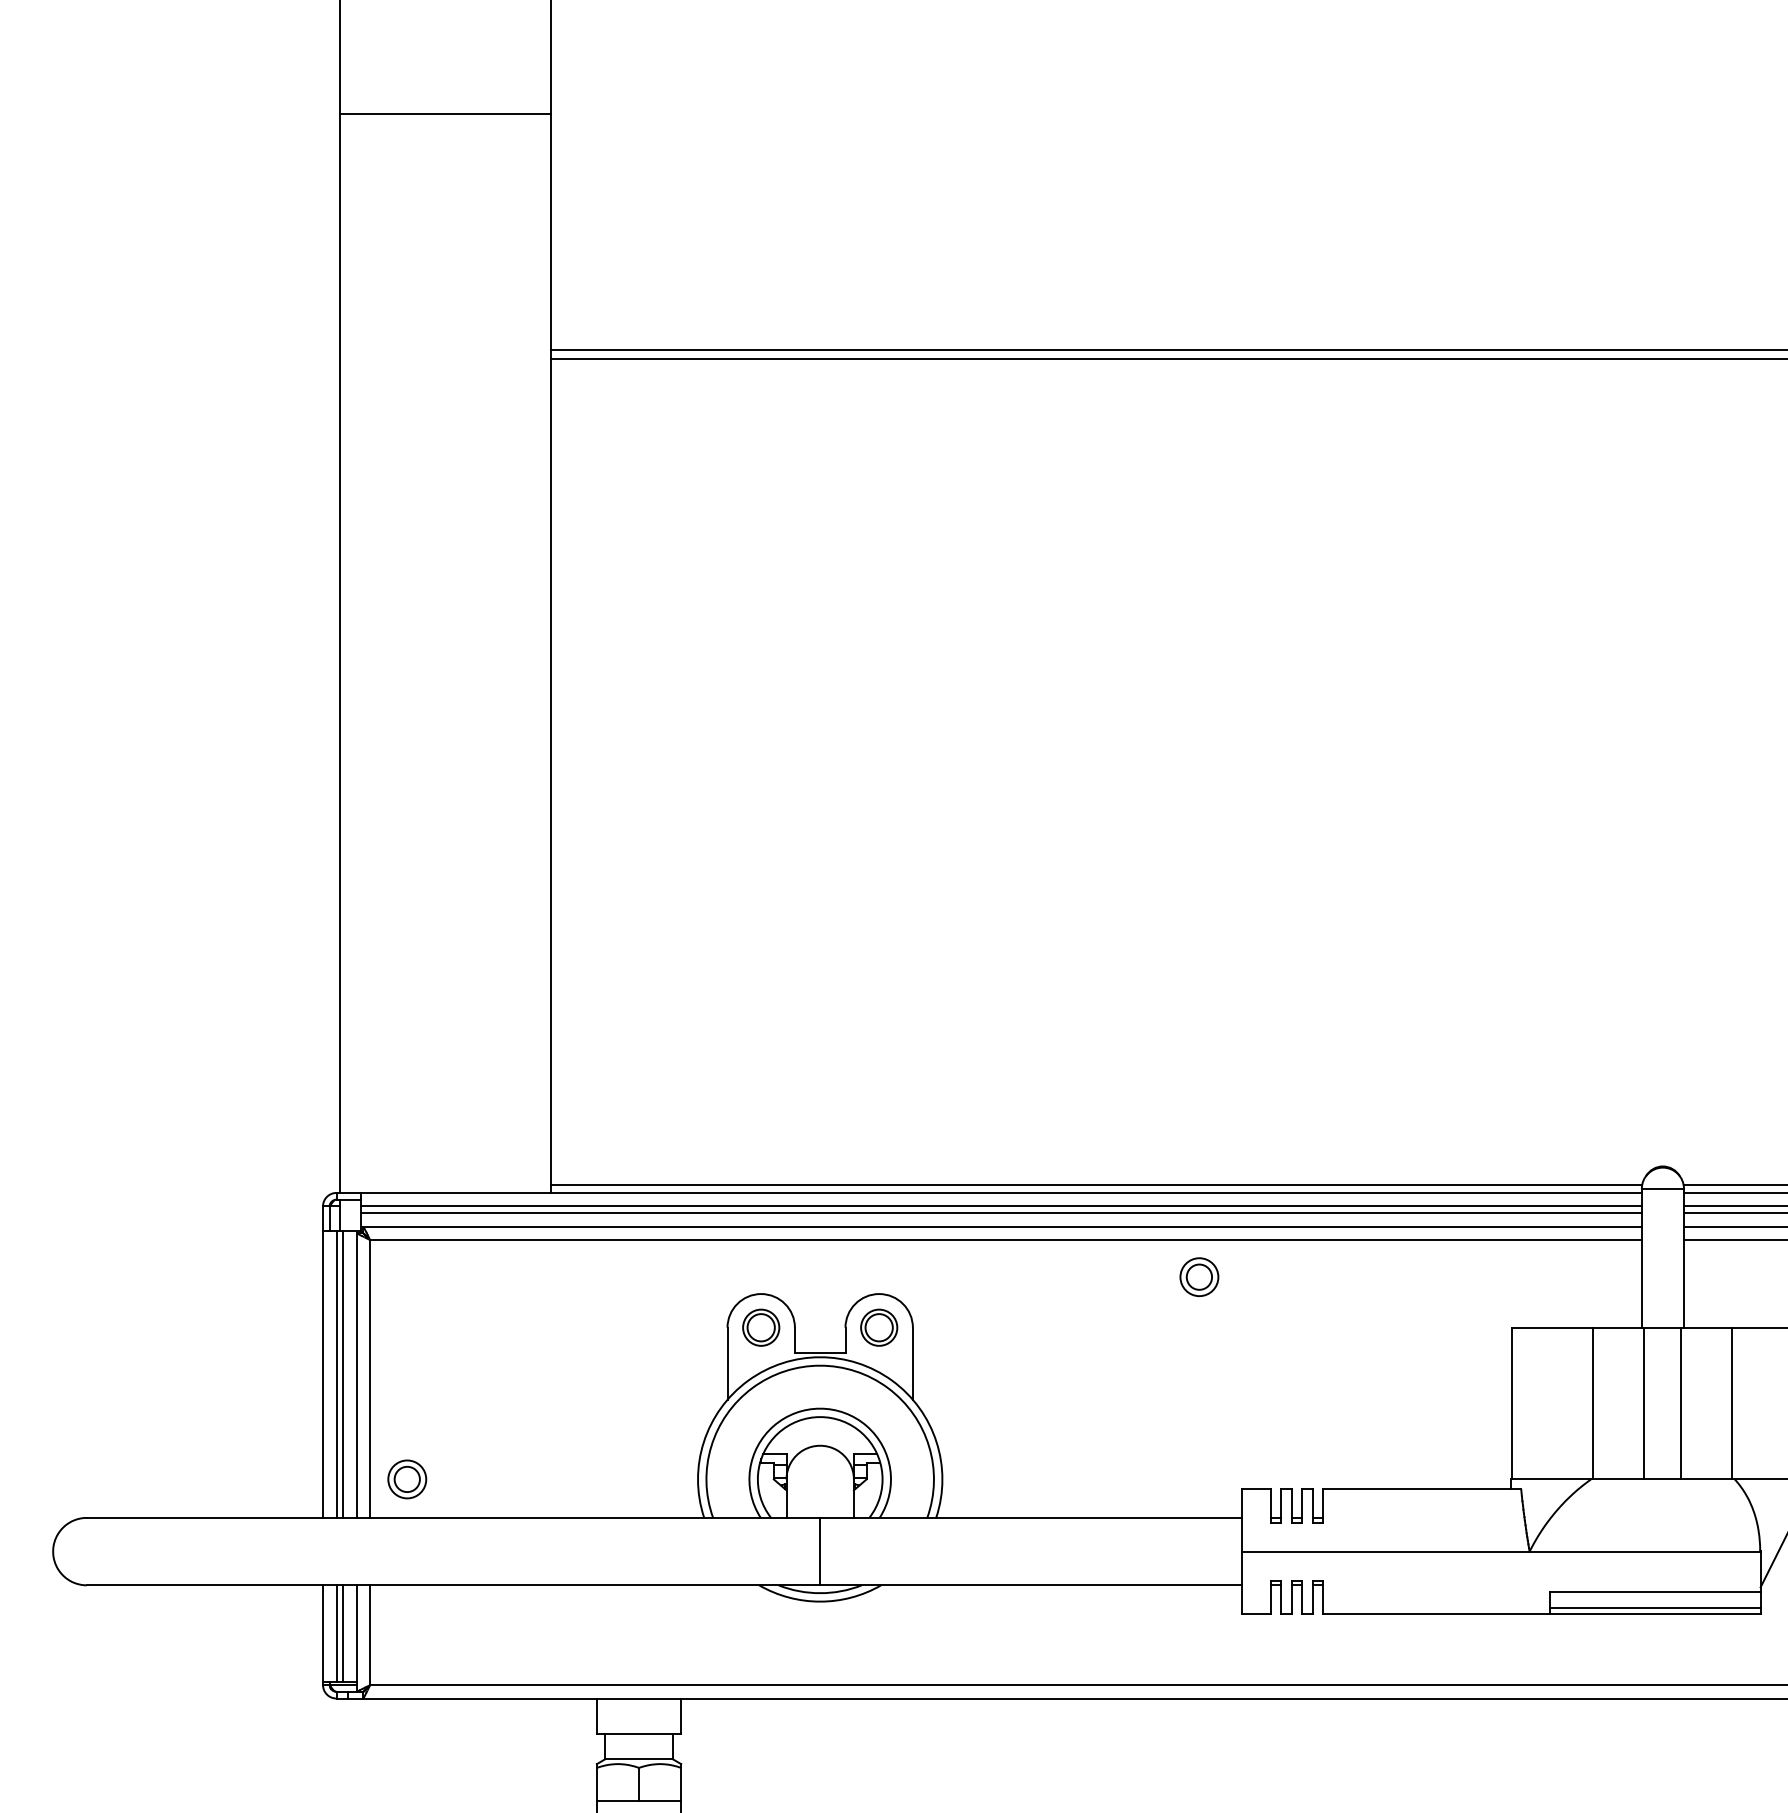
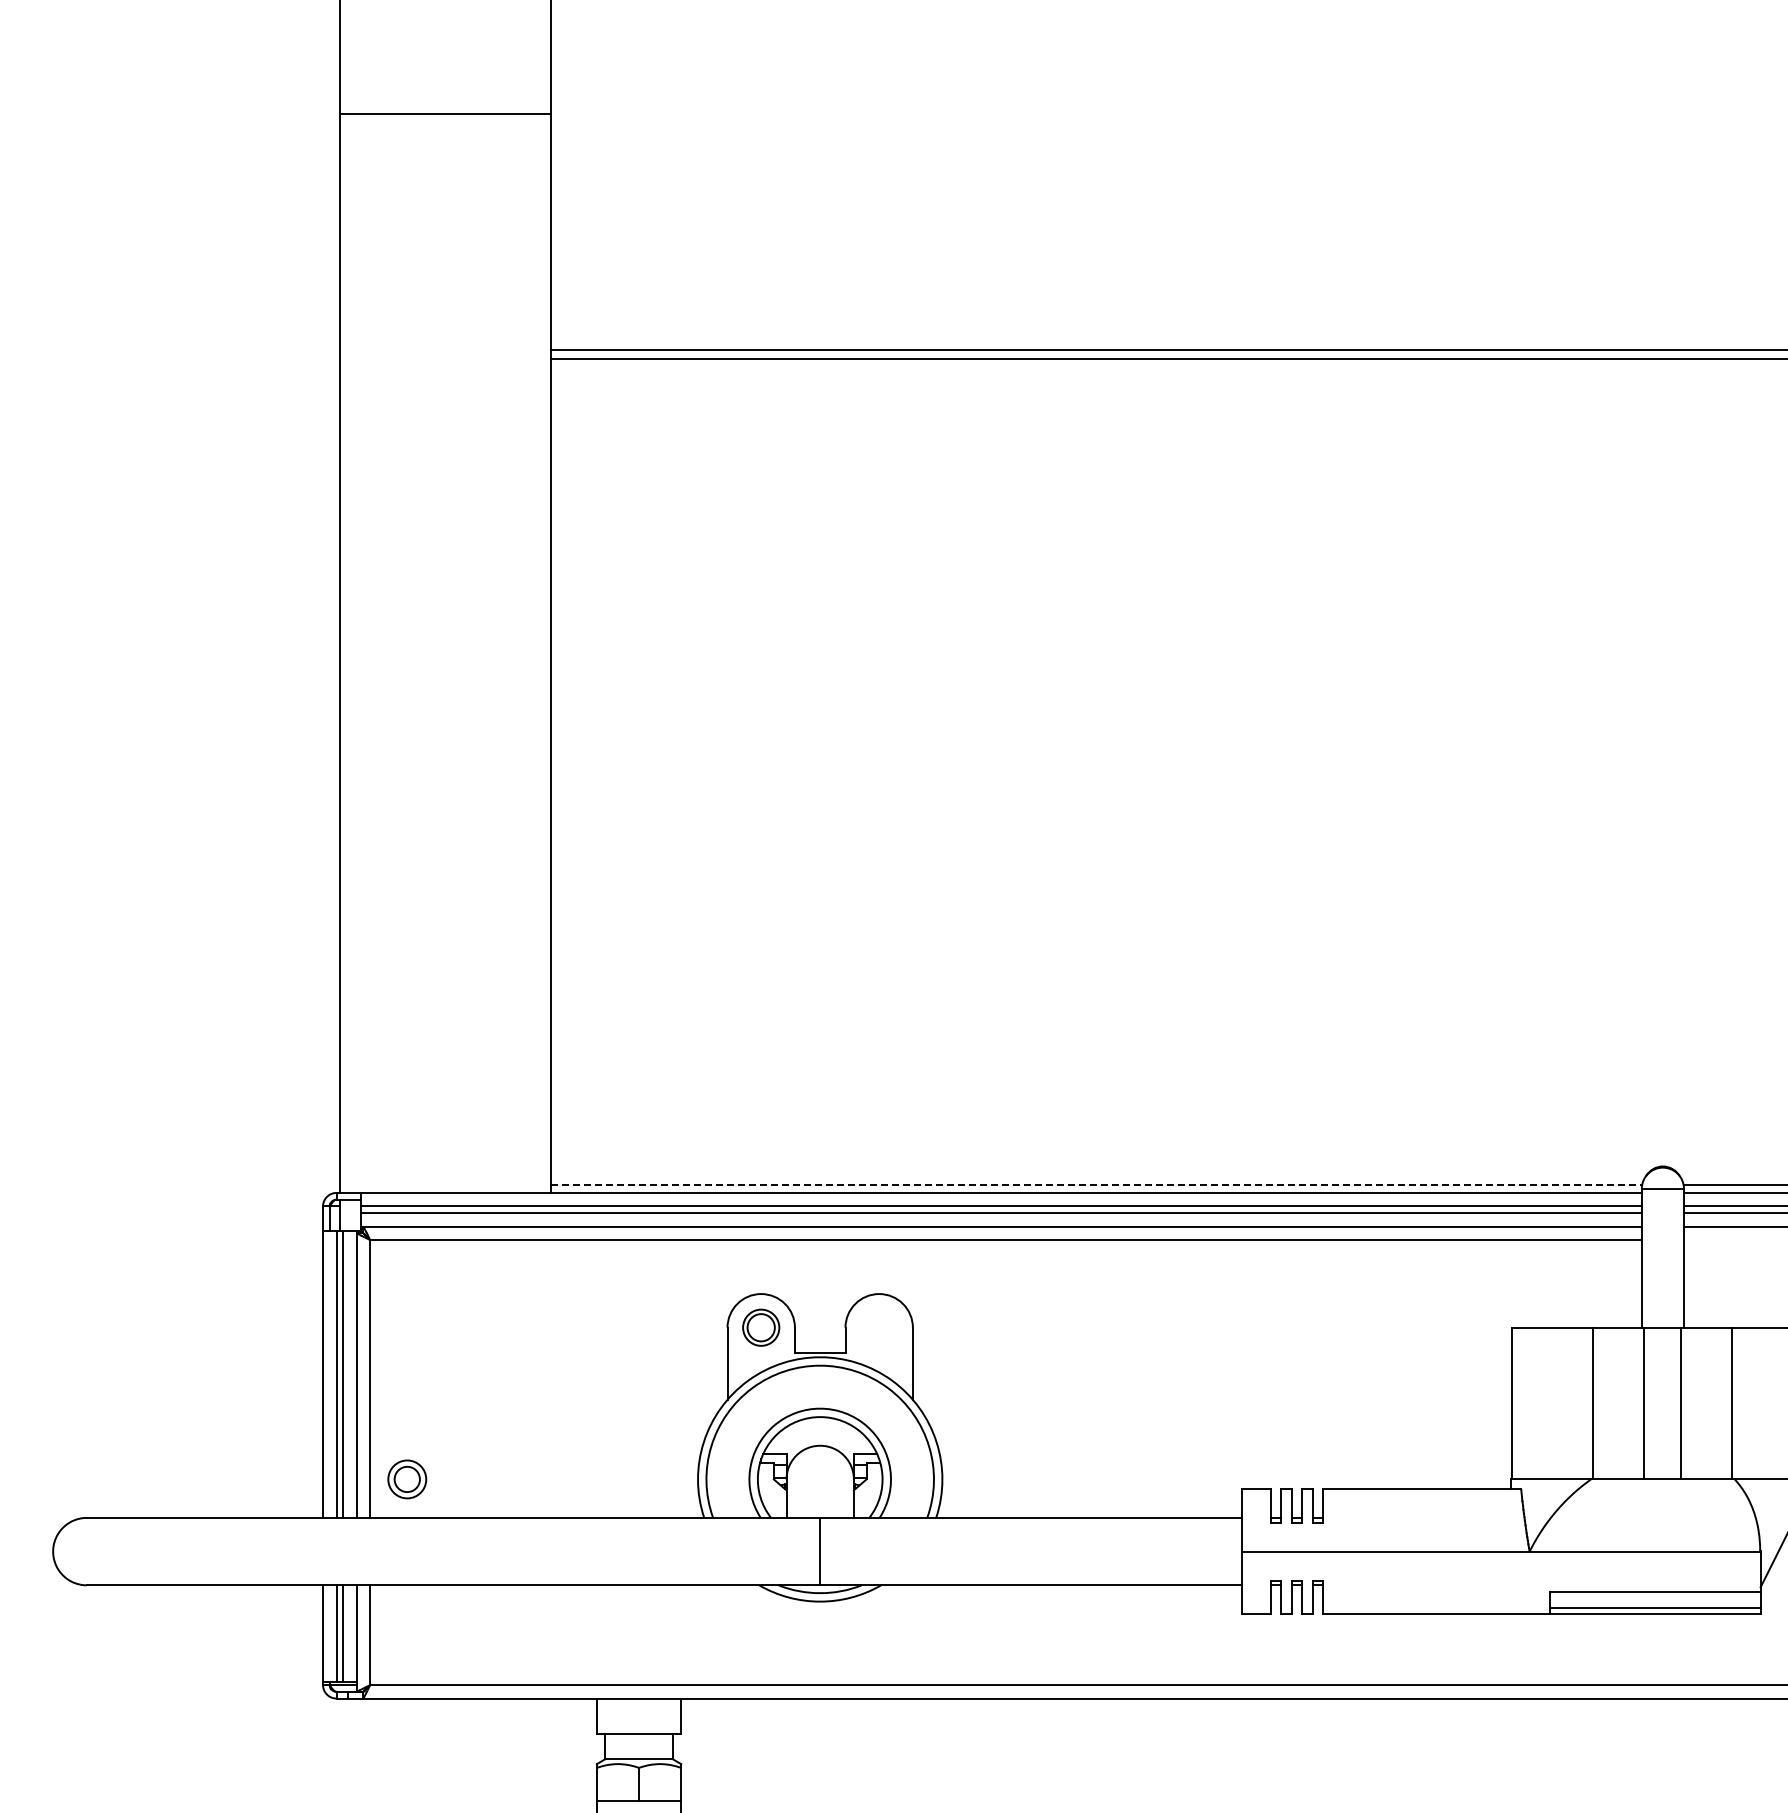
line at (1096, 1184): solid -> dashed
line at (1733, 1240): present -> none
part at (1199, 1276): present -> none
part at (879, 1327): present -> none
